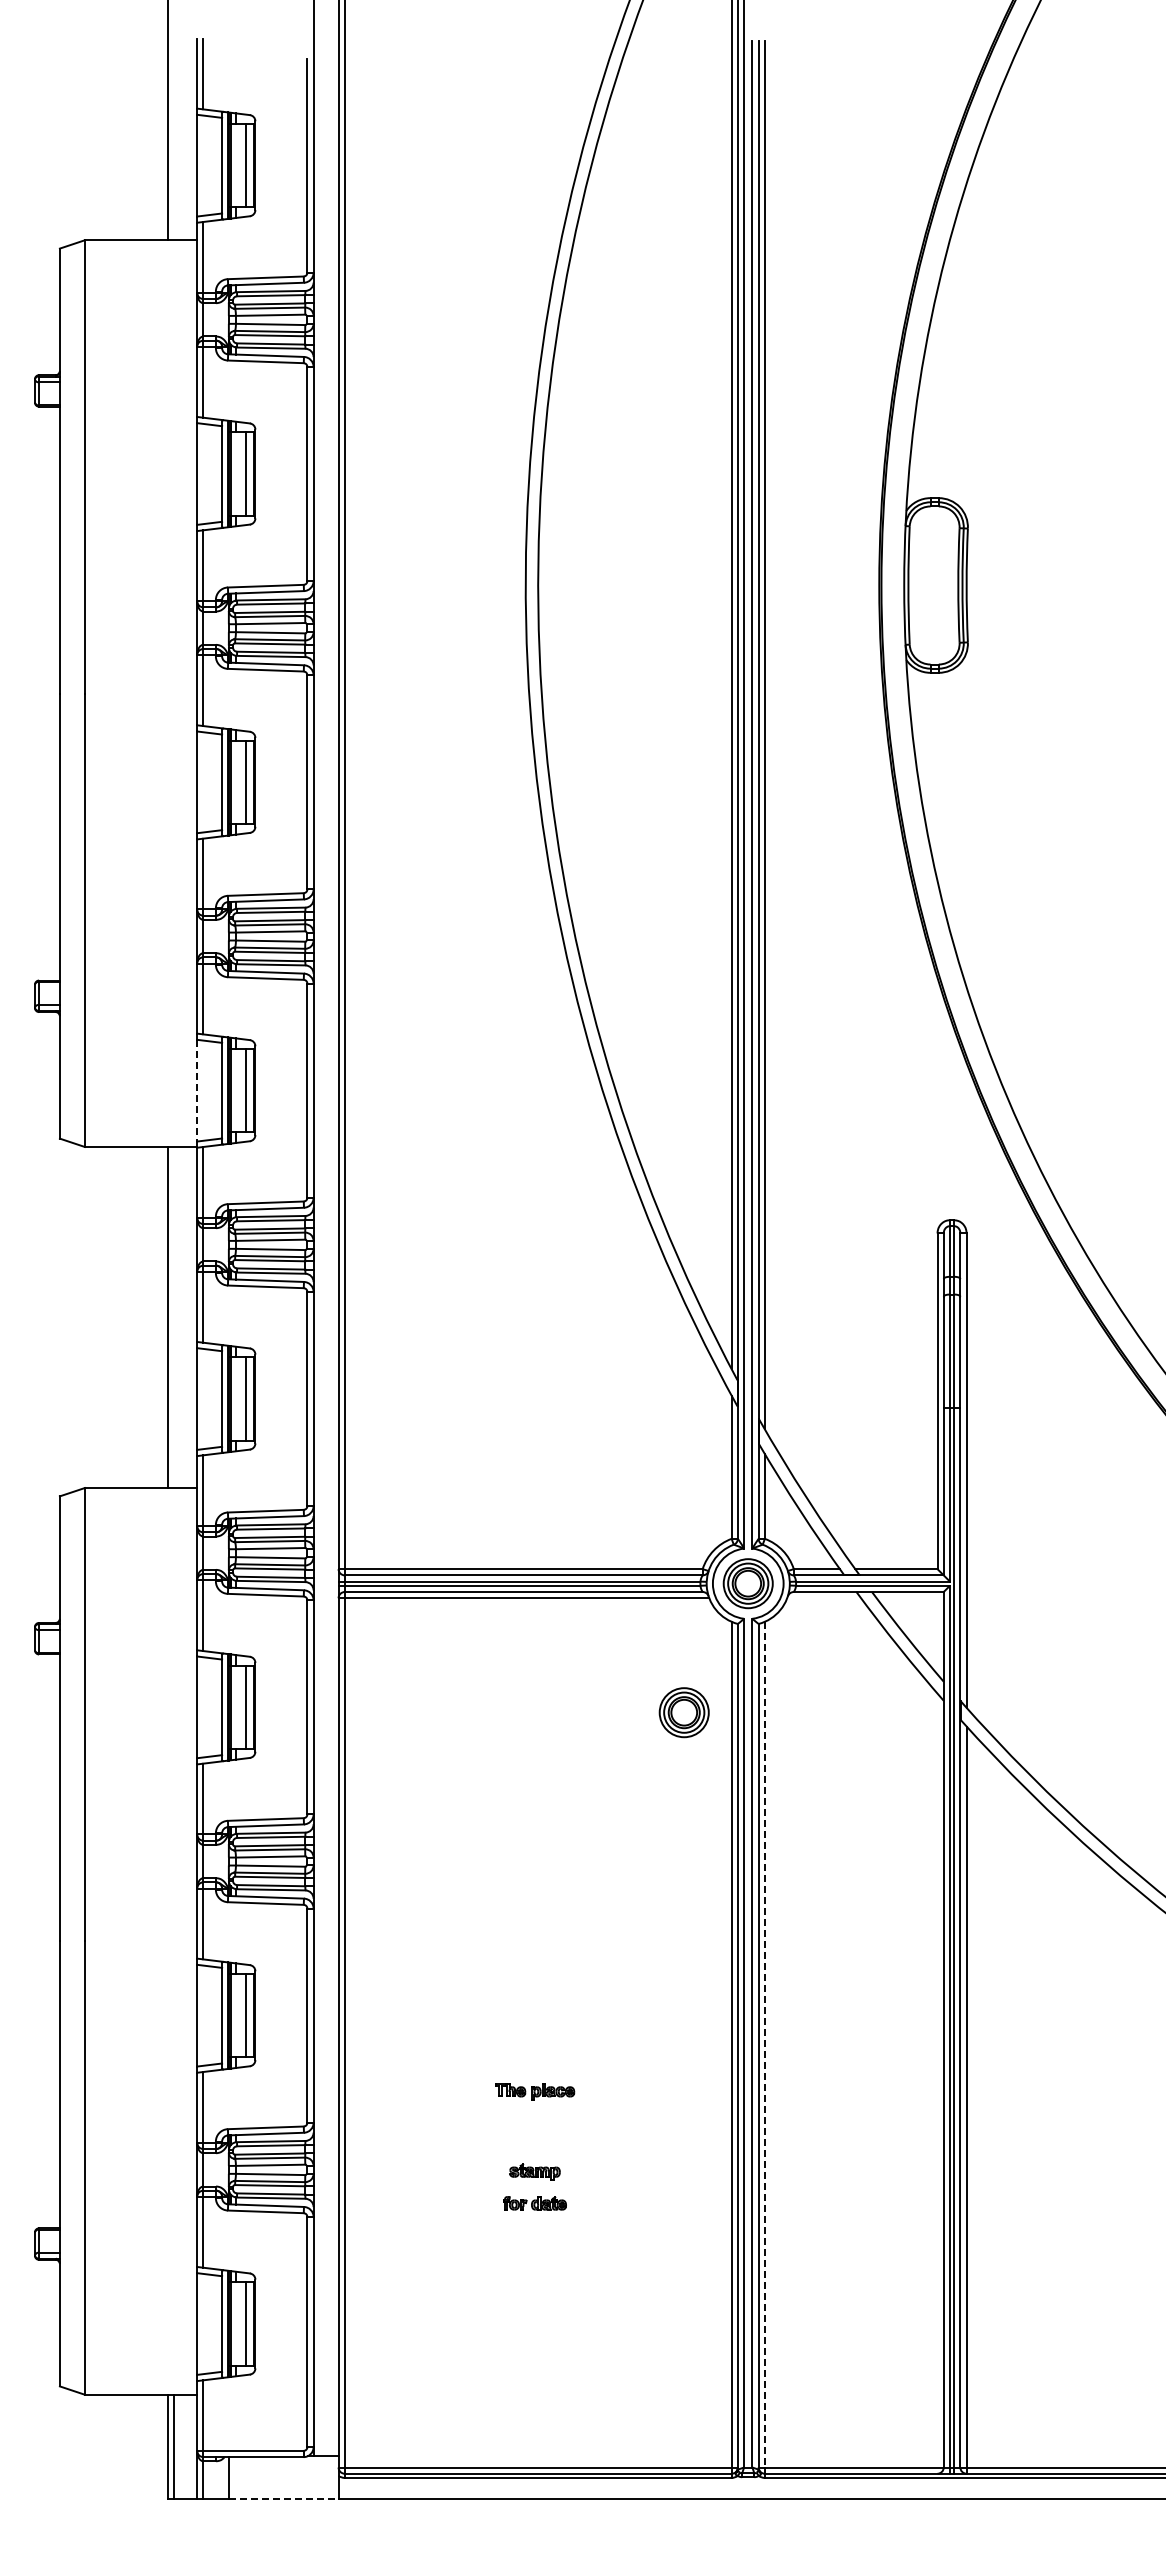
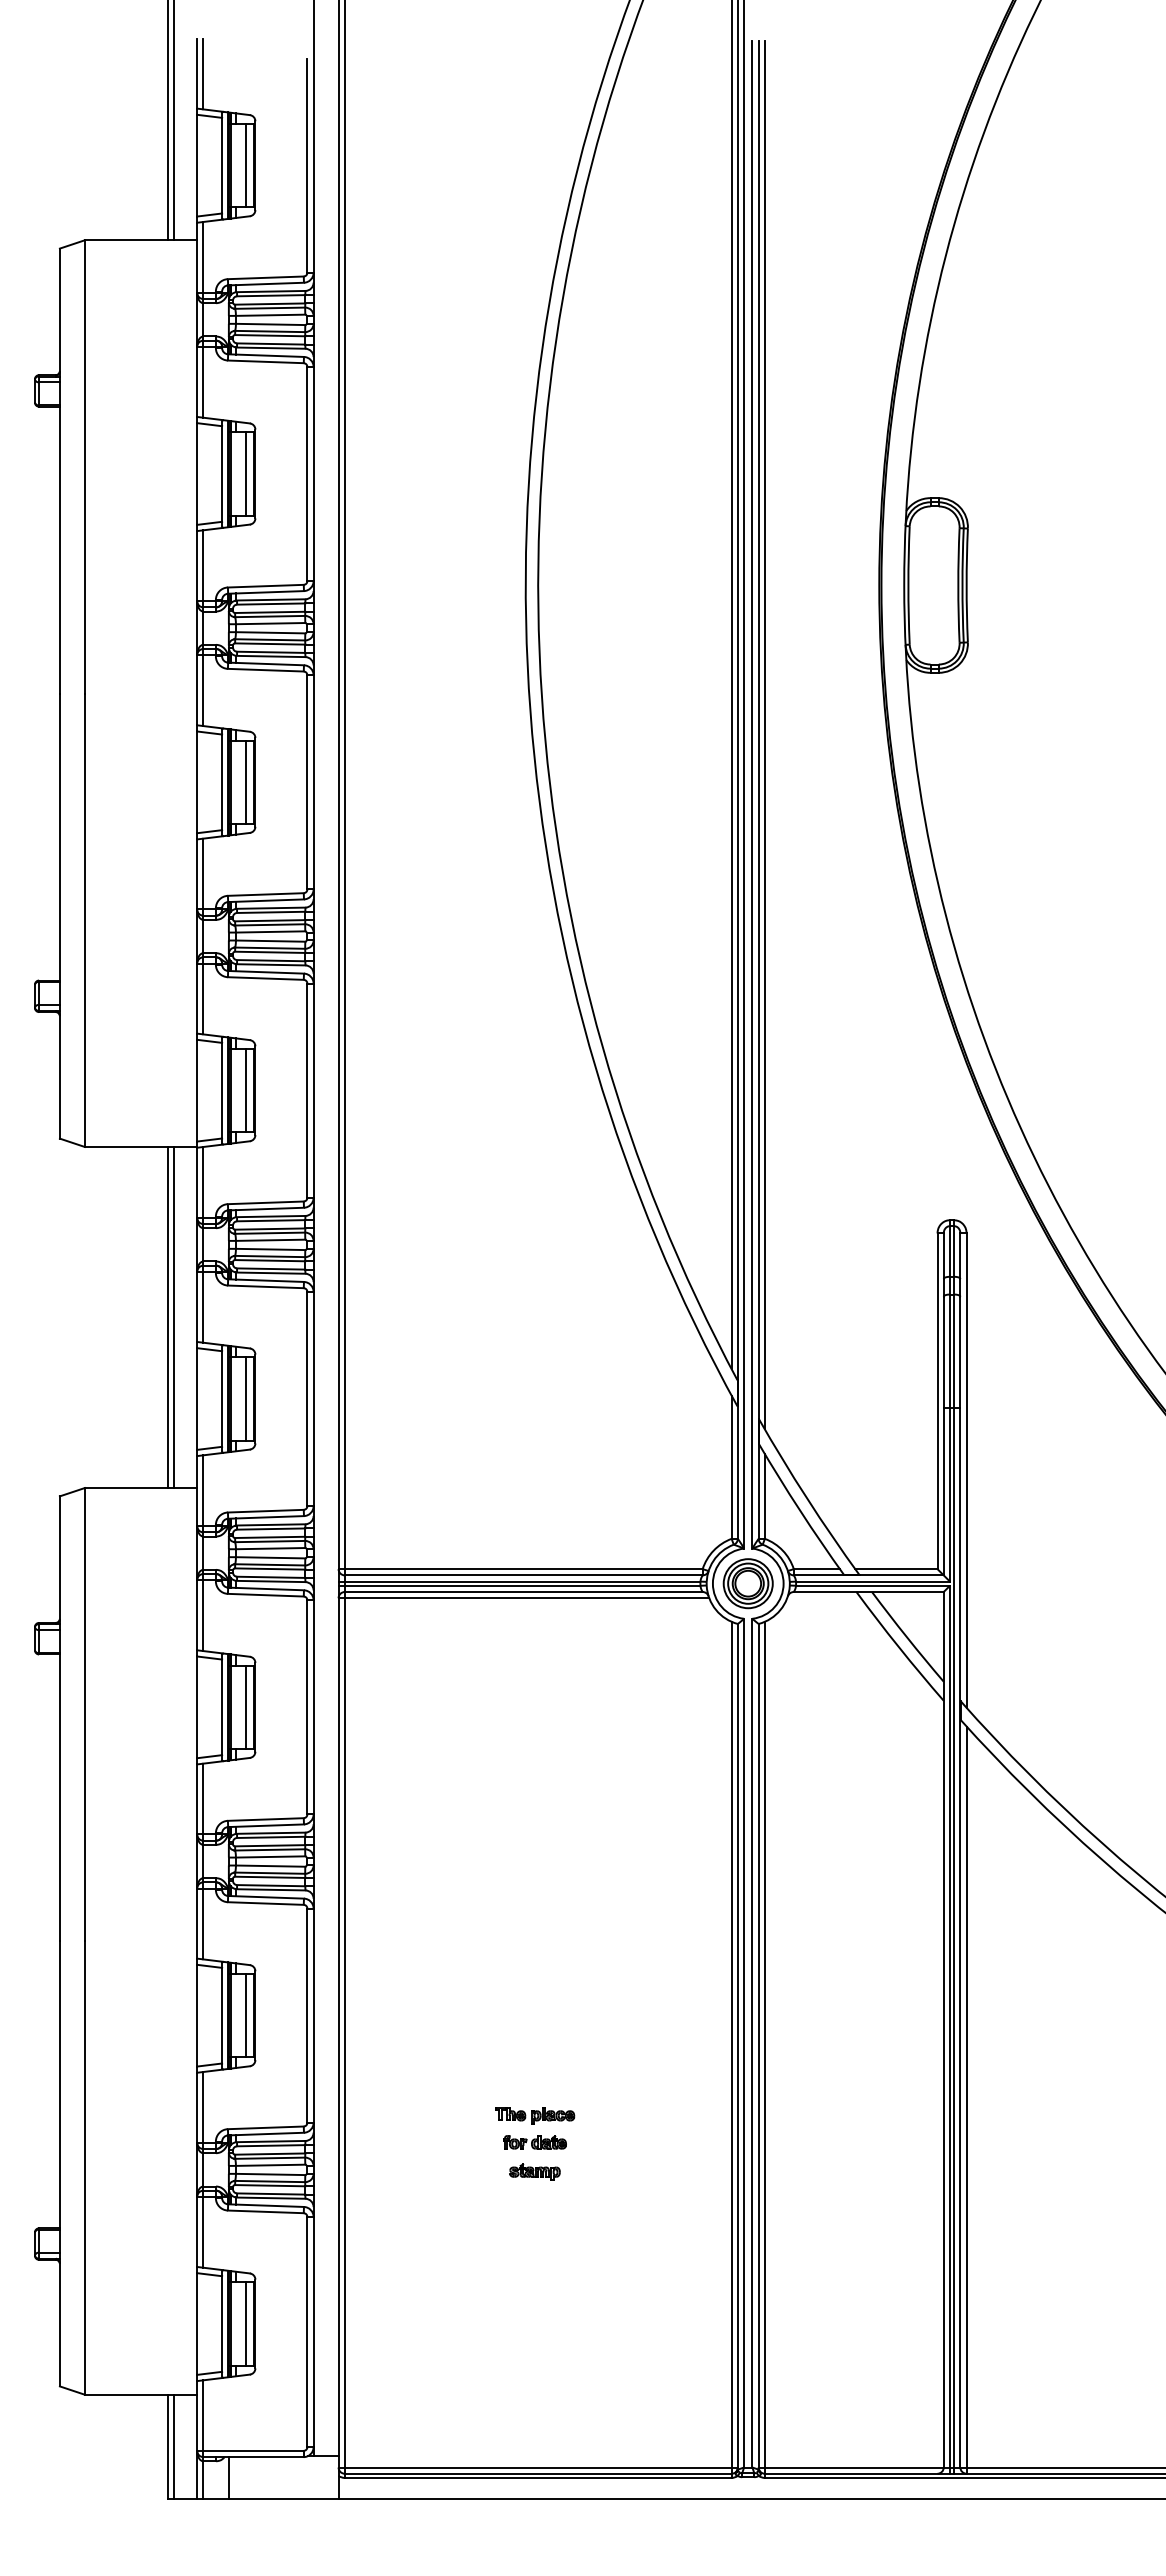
line at (174, 121): none -> present
line at (197, 1090): dashed -> solid
line at (174, 1317): none -> present
part at (683, 1712): present -> none
line at (764, 2044): dashed -> solid
part at (535, 2091) position: (535, 2091) -> (535, 2115)
part at (534, 2203) position: (534, 2203) -> (534, 2142)
line at (283, 2498): dashed -> solid
